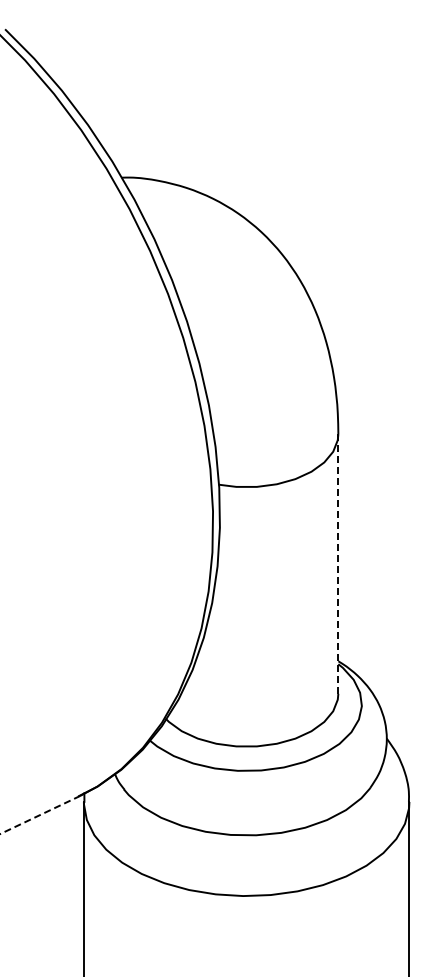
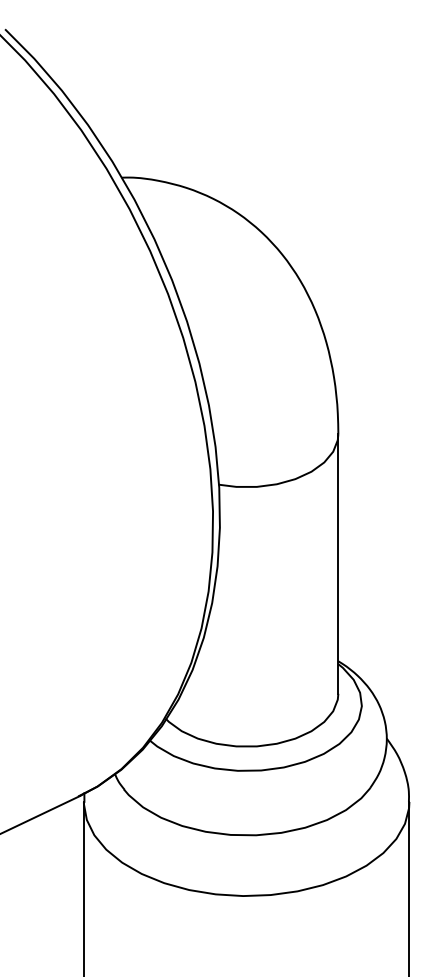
line at (338, 564): dashed -> solid
line at (40, 814): dashed -> solid
